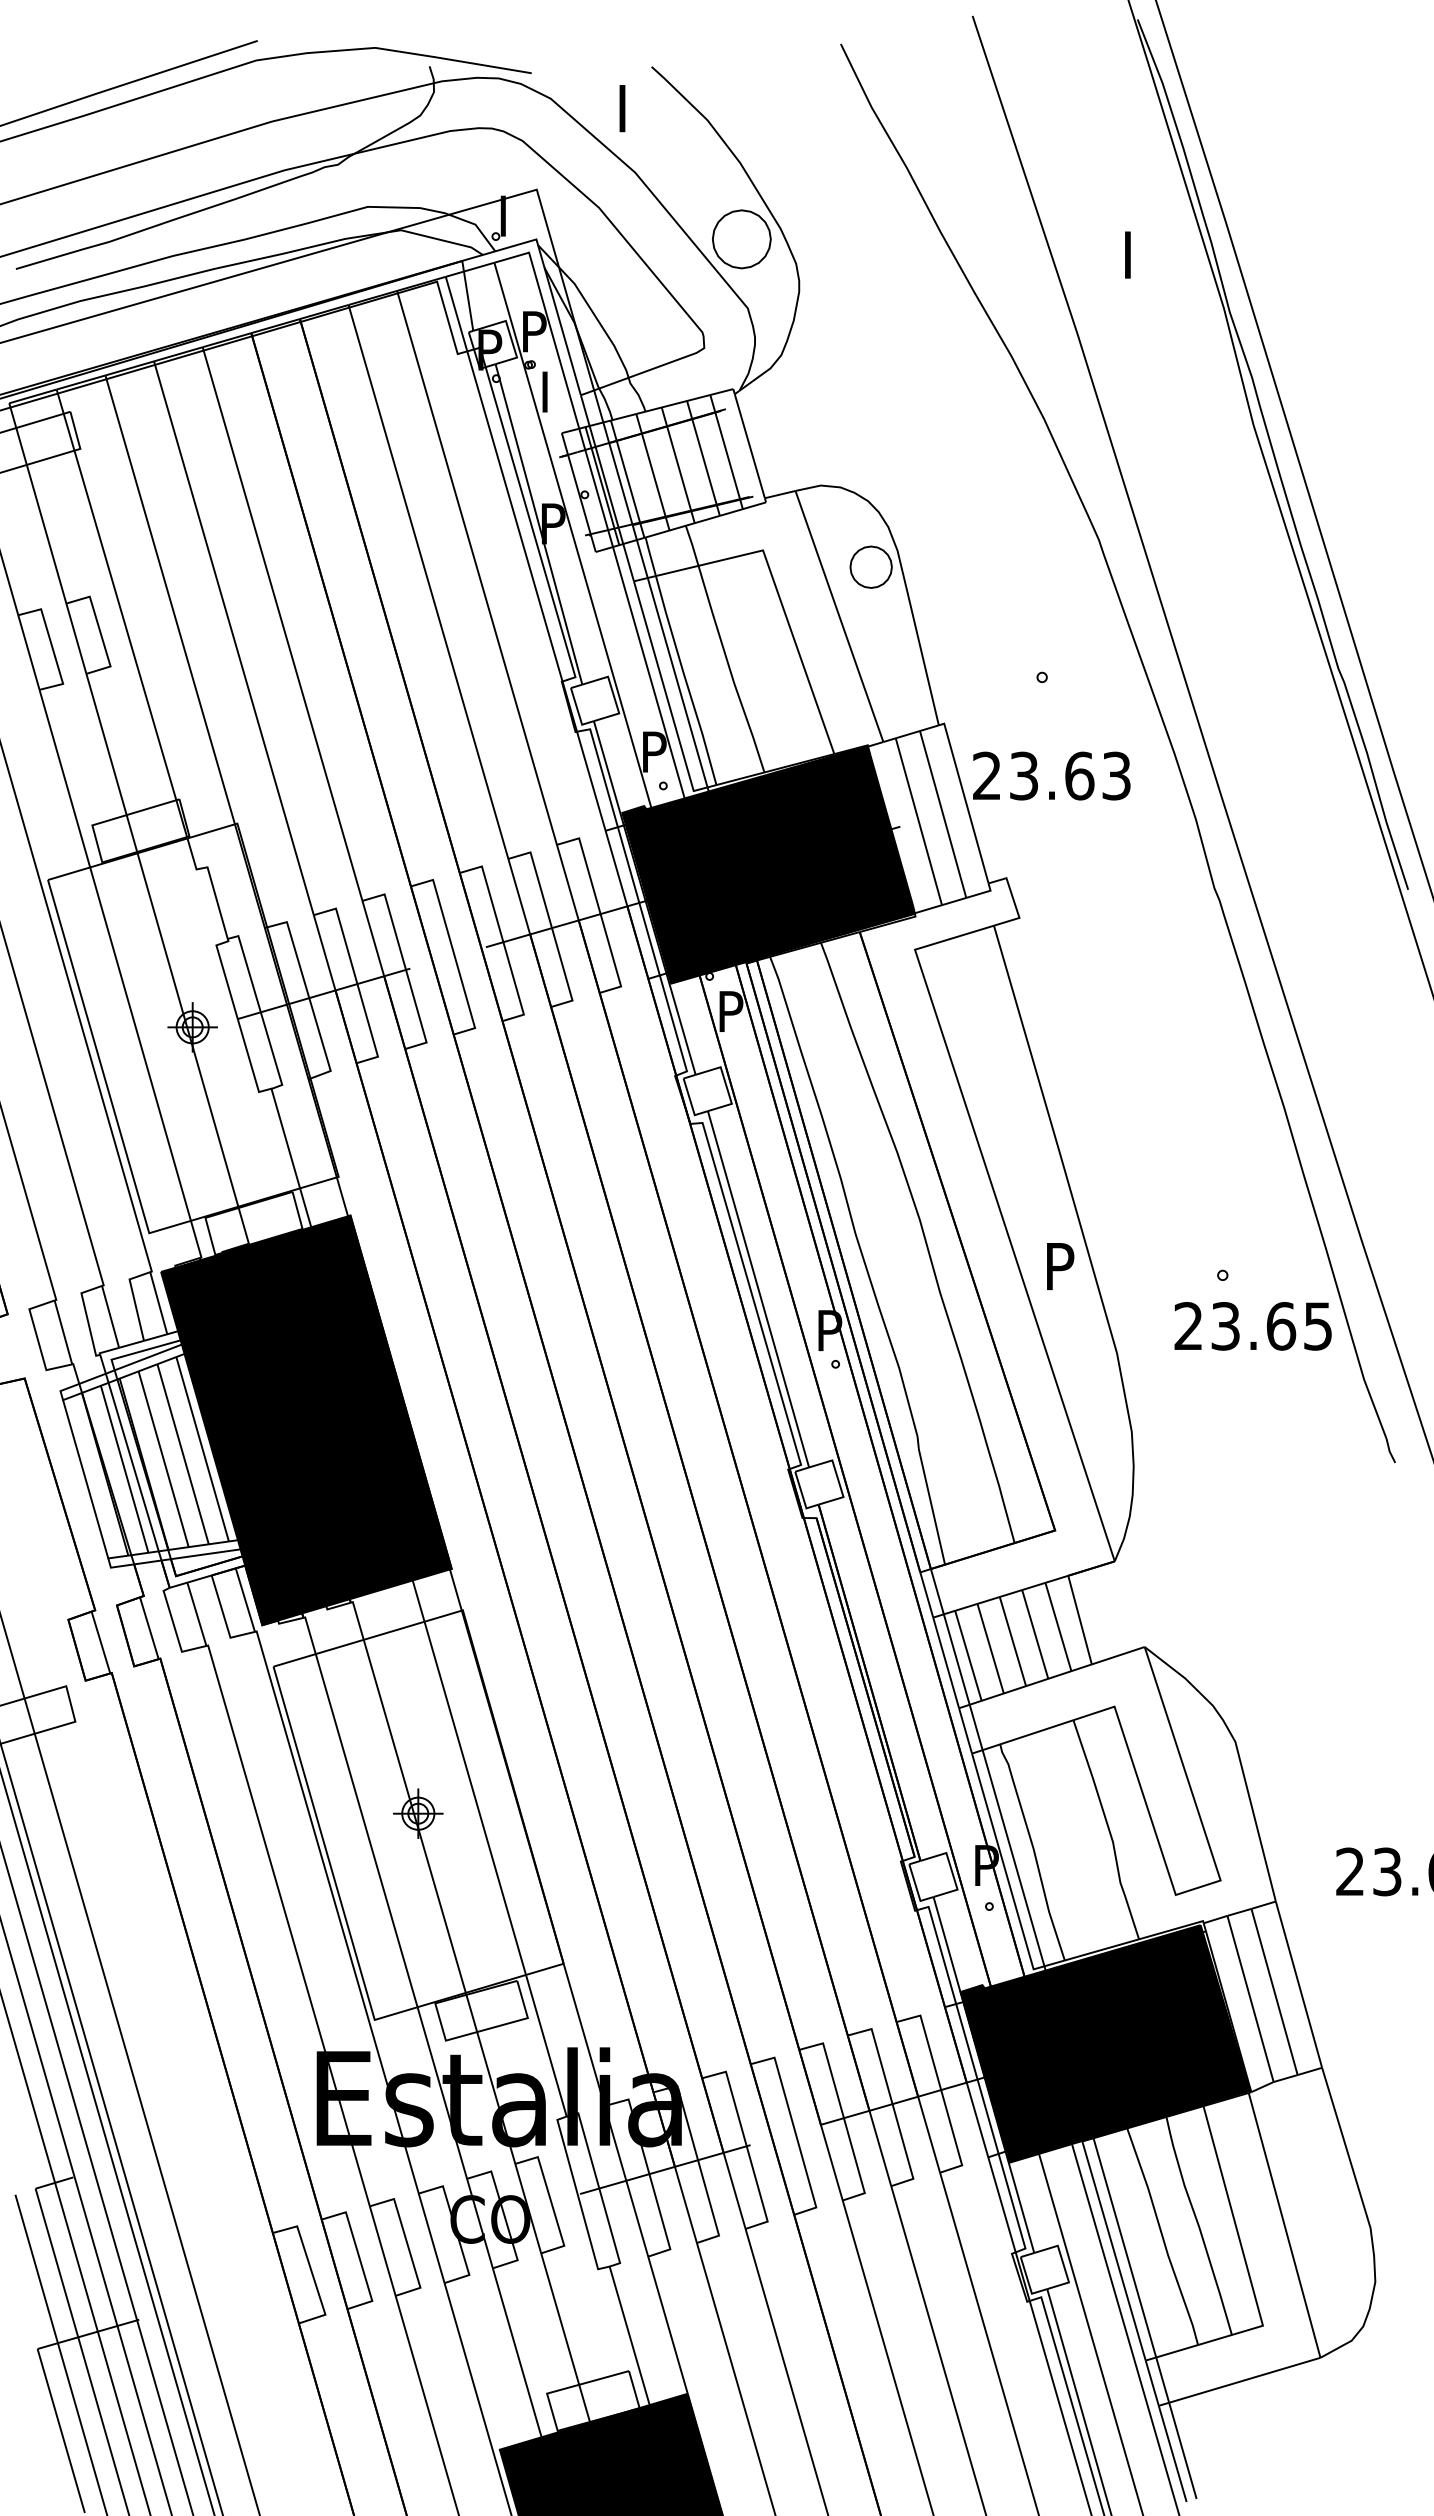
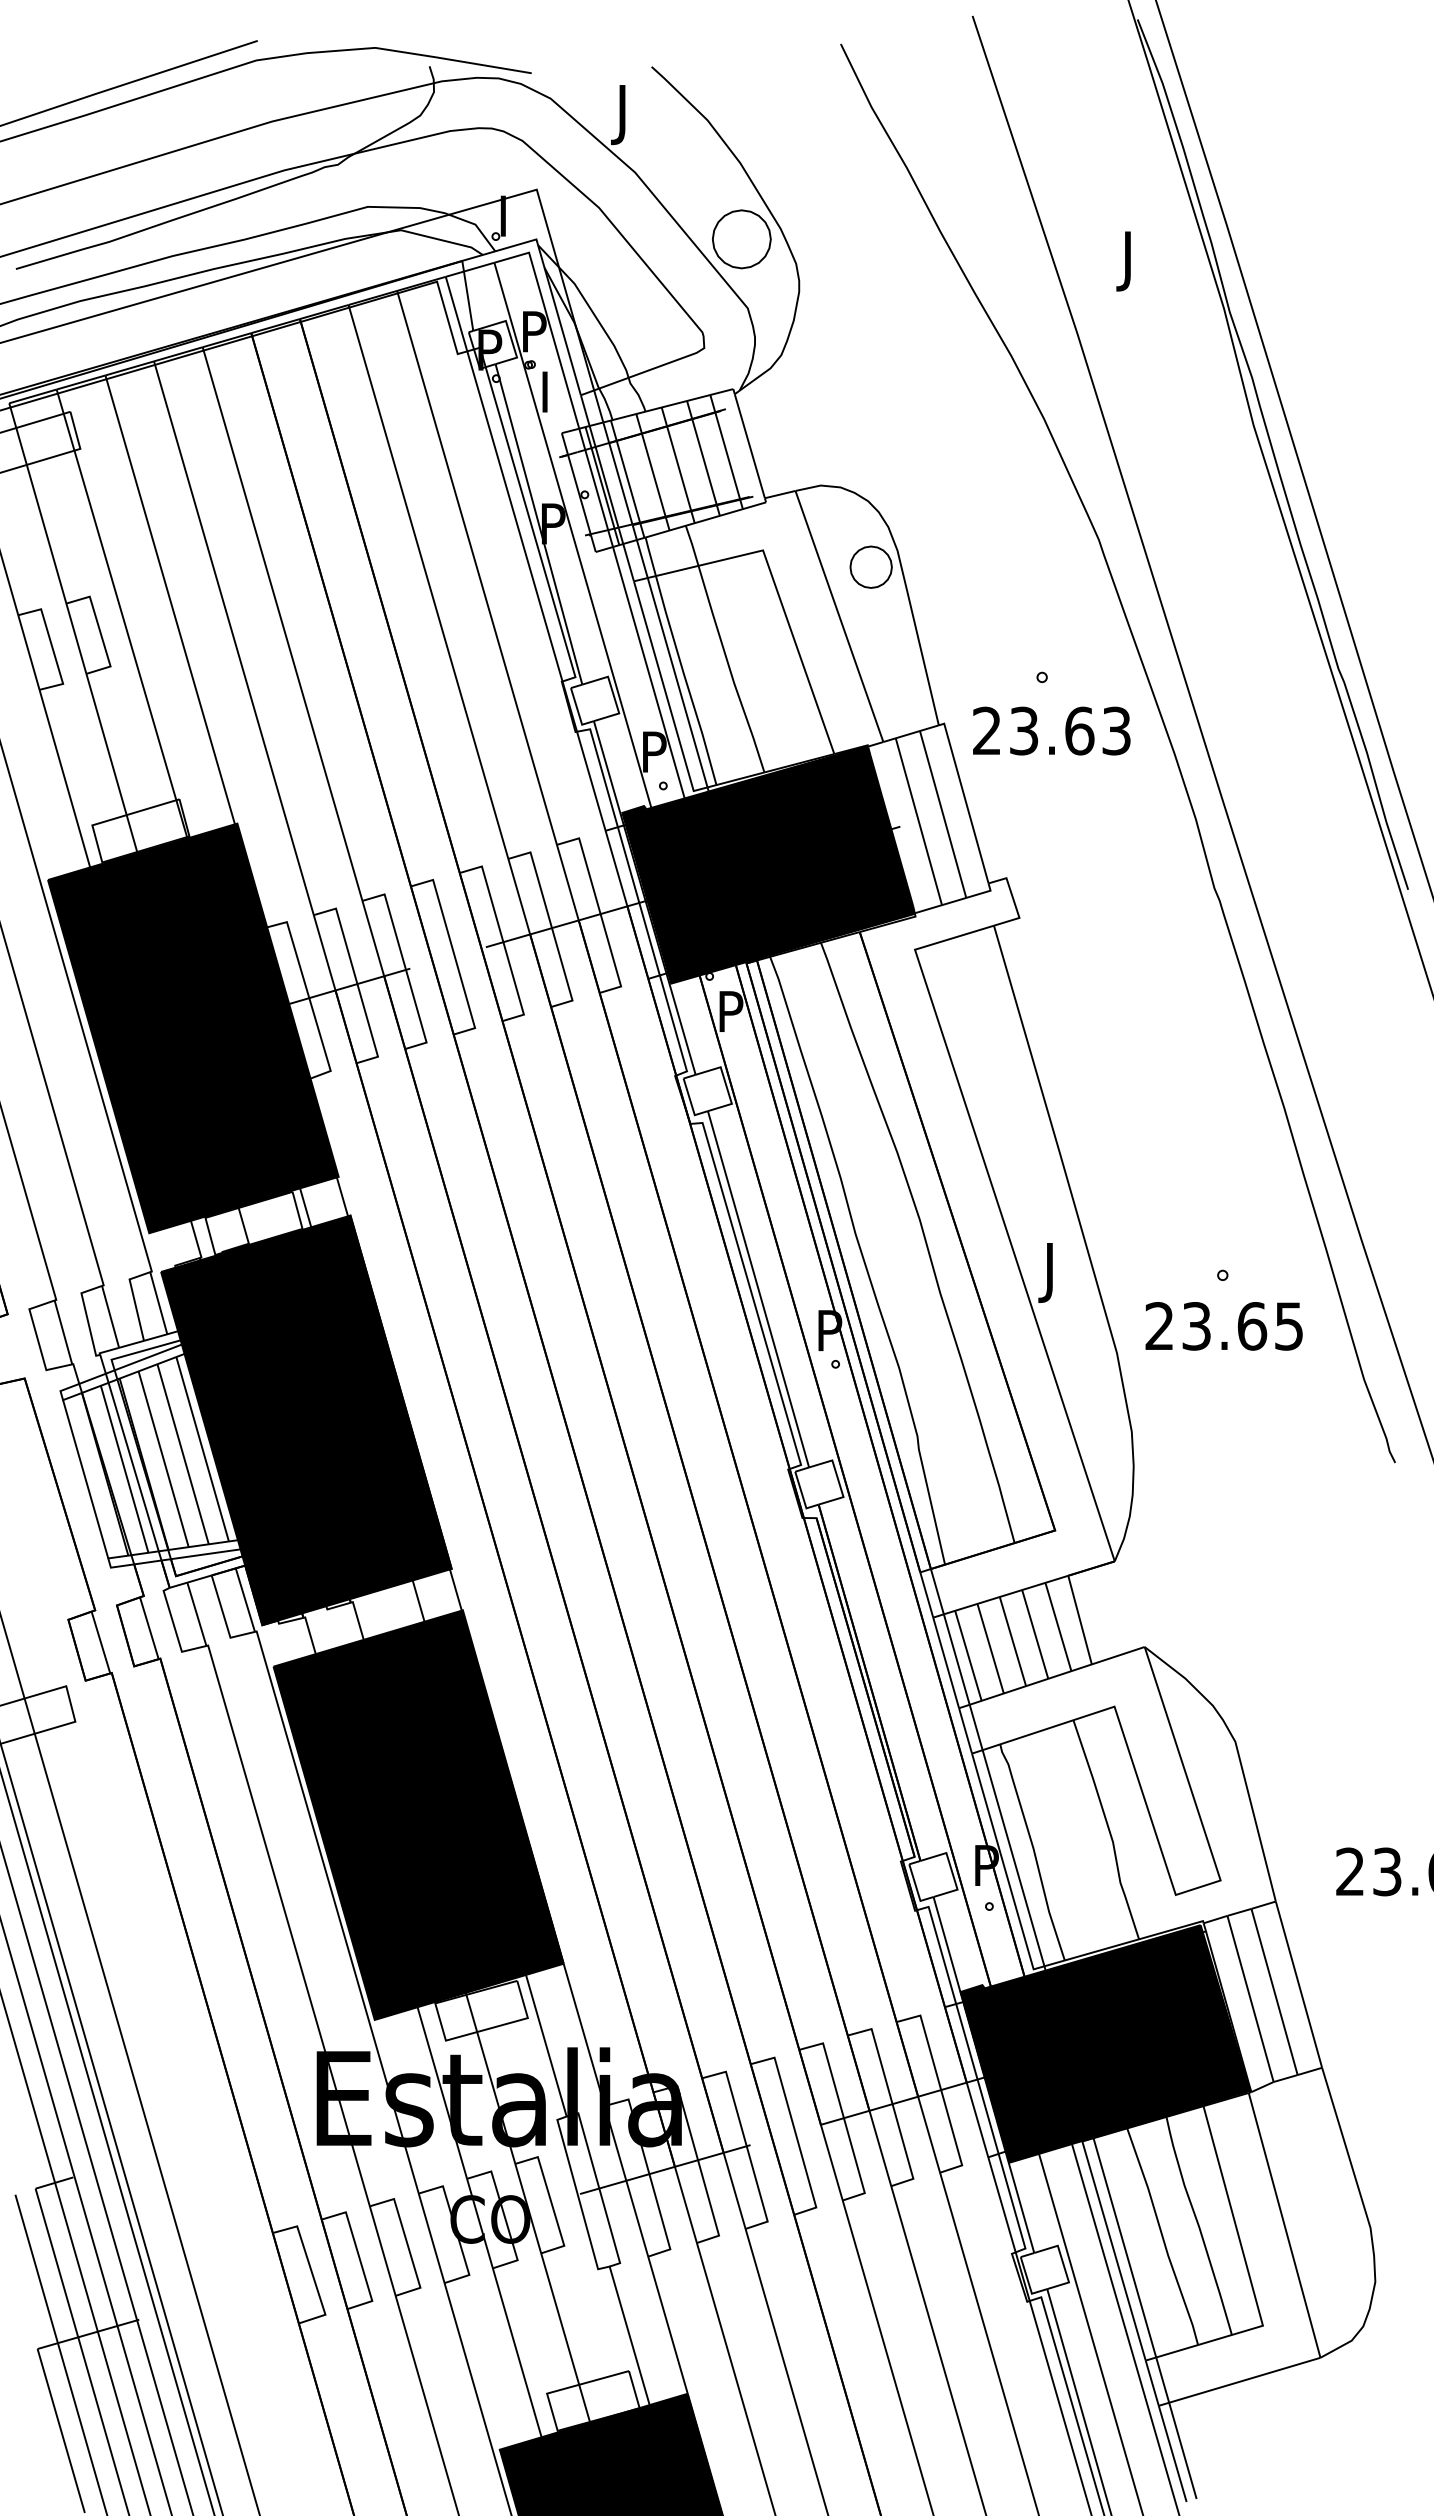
text at (618, 138): I -> J
text at (1123, 284): I -> J
text at (1051, 775) position: (1051, 775) -> (1051, 730)
fill at (192, 1028): none -> present
text at (1056, 1272): P -> J
text at (1252, 1326) position: (1252, 1326) -> (1223, 1326)
fill at (418, 1814): none -> present
